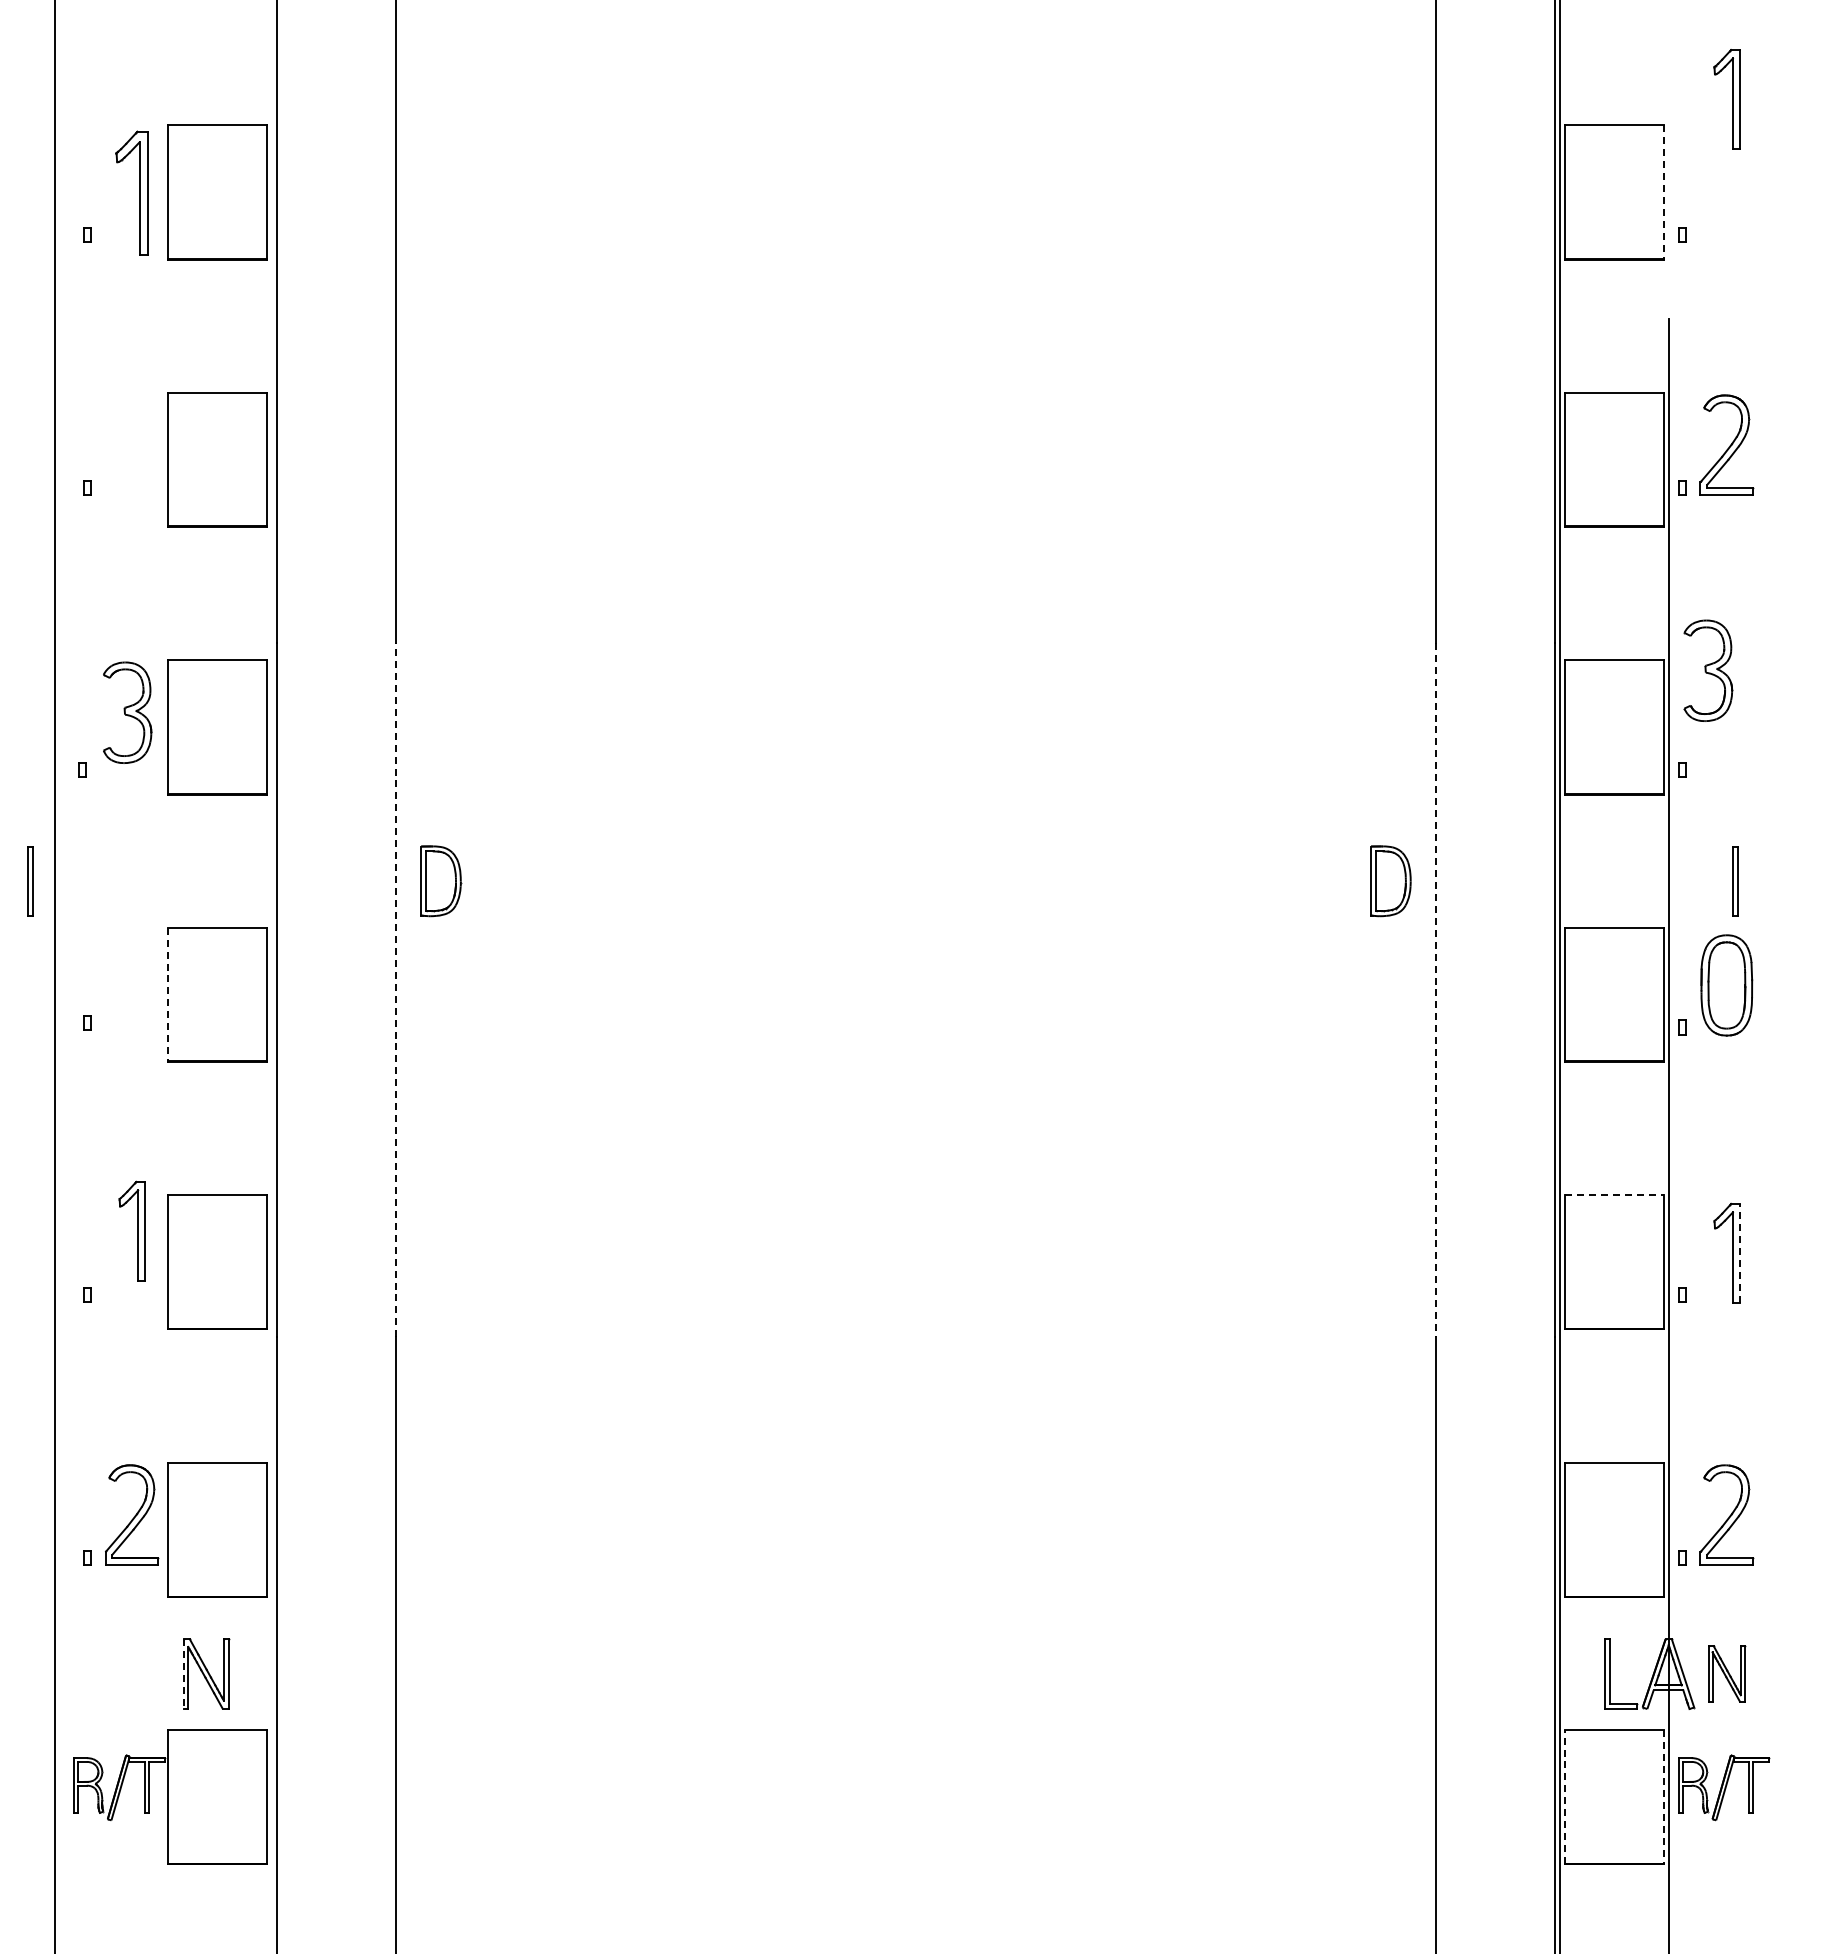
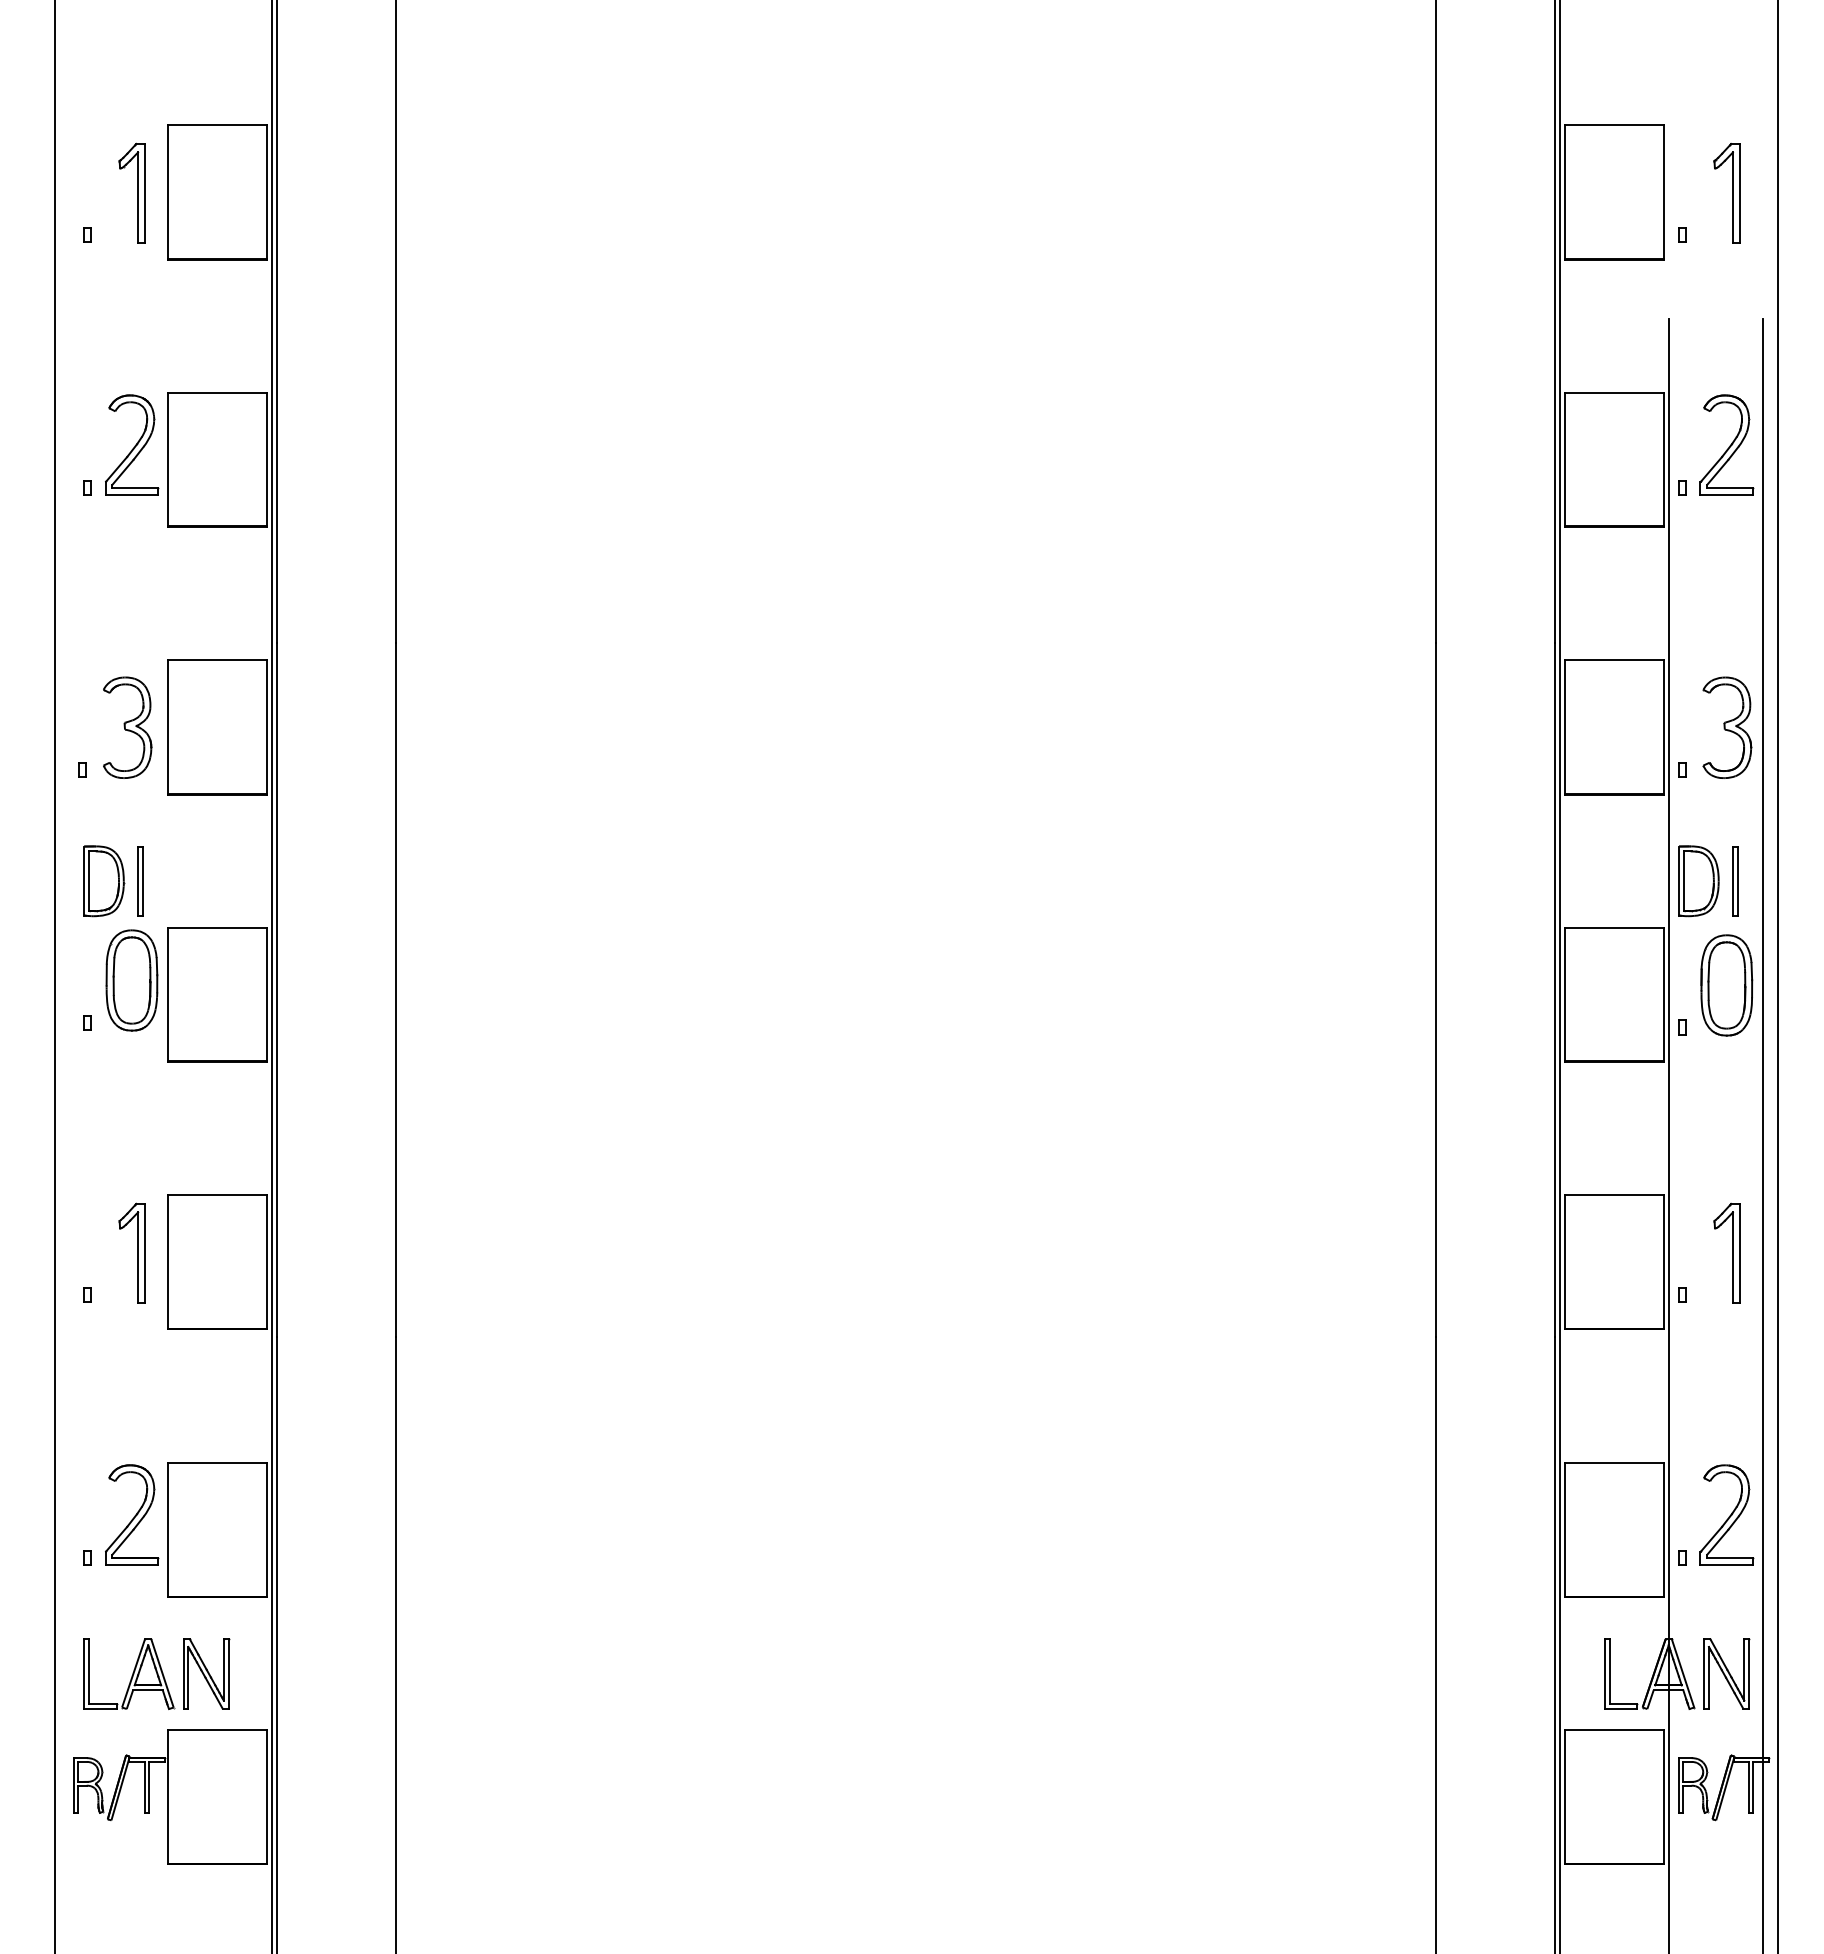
part at (1726, 99) position: (1726, 99) -> (1726, 193)
line at (1664, 191): dashed -> solid
part at (131, 192) size: 34x126 px -> 28x102 px
part at (132, 444): none -> present
part at (1708, 670) position: (1708, 670) -> (1727, 727)
part at (127, 712) position: (127, 712) -> (127, 727)
part at (30, 881) position: (30, 881) -> (140, 881)
part at (441, 881) position: (441, 881) -> (104, 881)
part at (1390, 881) position: (1390, 881) -> (1698, 881)
line at (272, 976): none -> present
line at (1778, 976): none -> present
part at (131, 980): none -> present
line at (396, 989): dashed -> solid
line at (1436, 990): dashed -> solid
line at (168, 994): dashed -> solid
line at (1763, 1134): none -> present
line at (1614, 1195): dashed -> solid
part at (131, 1230) position: (131, 1230) -> (131, 1252)
line at (1739, 1252): dashed -> solid
part at (129, 1673): none -> present
line at (183, 1673): dashed -> solid
part at (1727, 1673) size: 39x58 px -> 48x72 px
line at (1565, 1797): dashed -> solid
line at (1664, 1797): dashed -> solid
